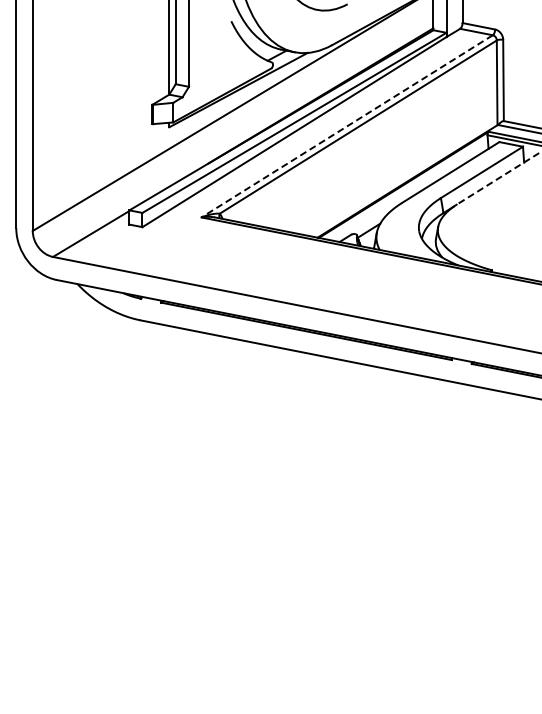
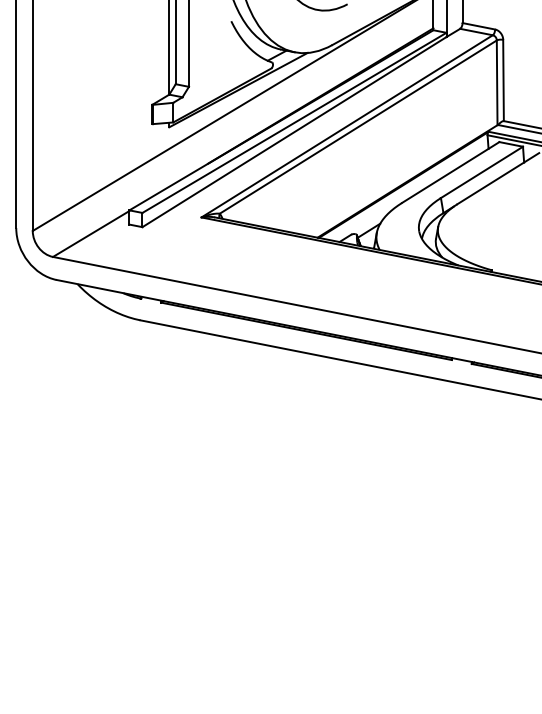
line at (347, 126): dashed -> solid
line at (497, 178): dashed -> solid
